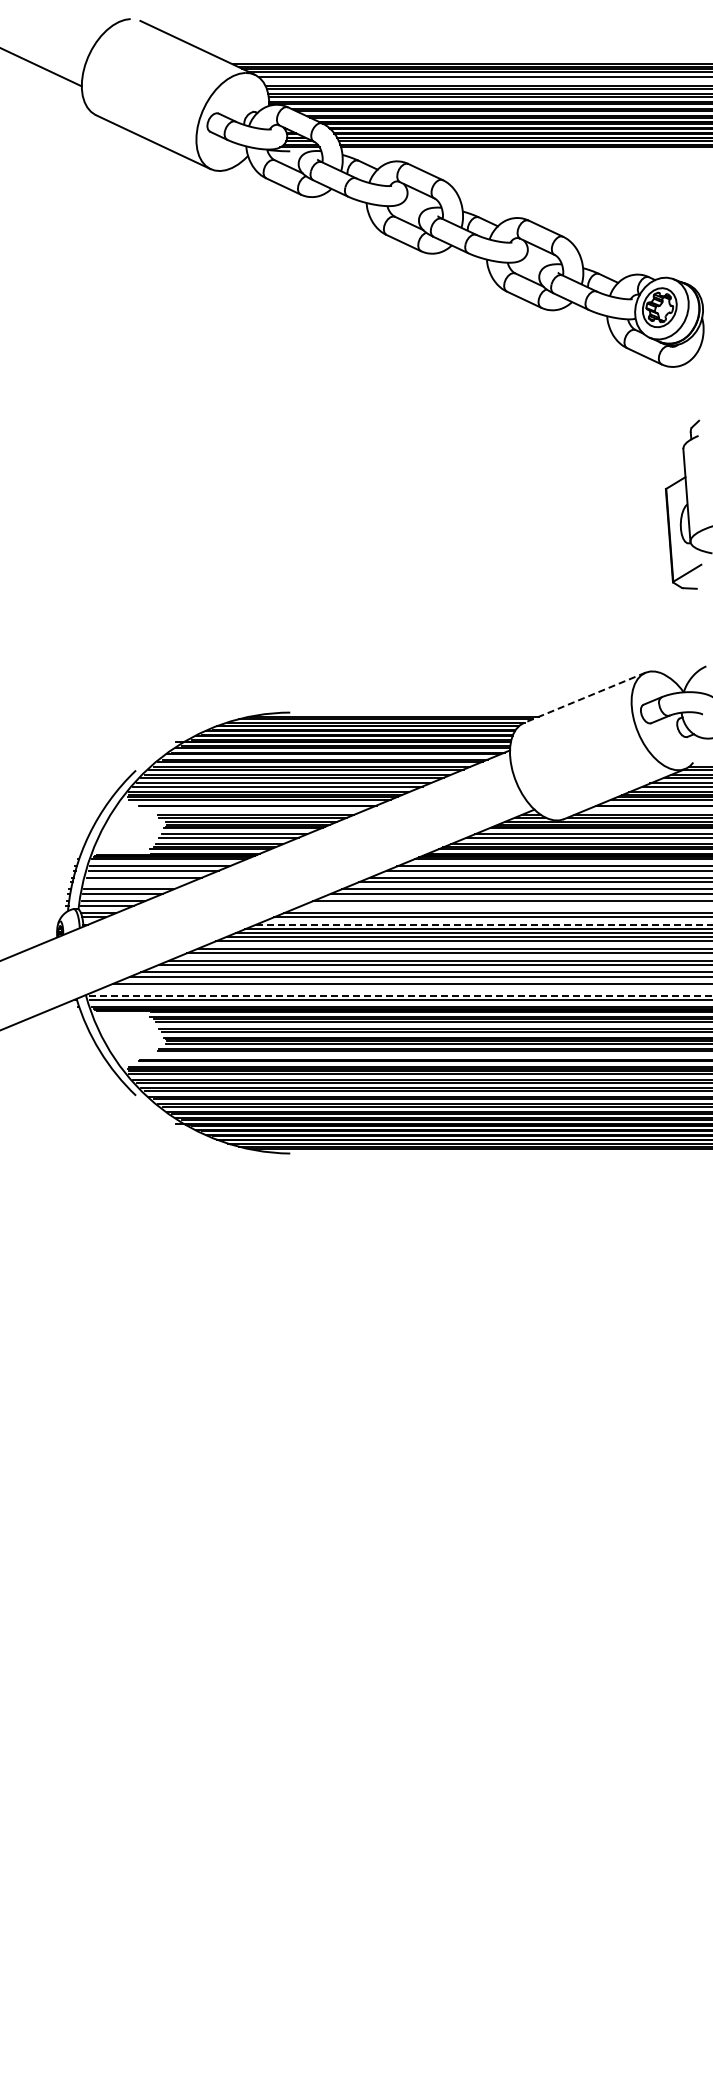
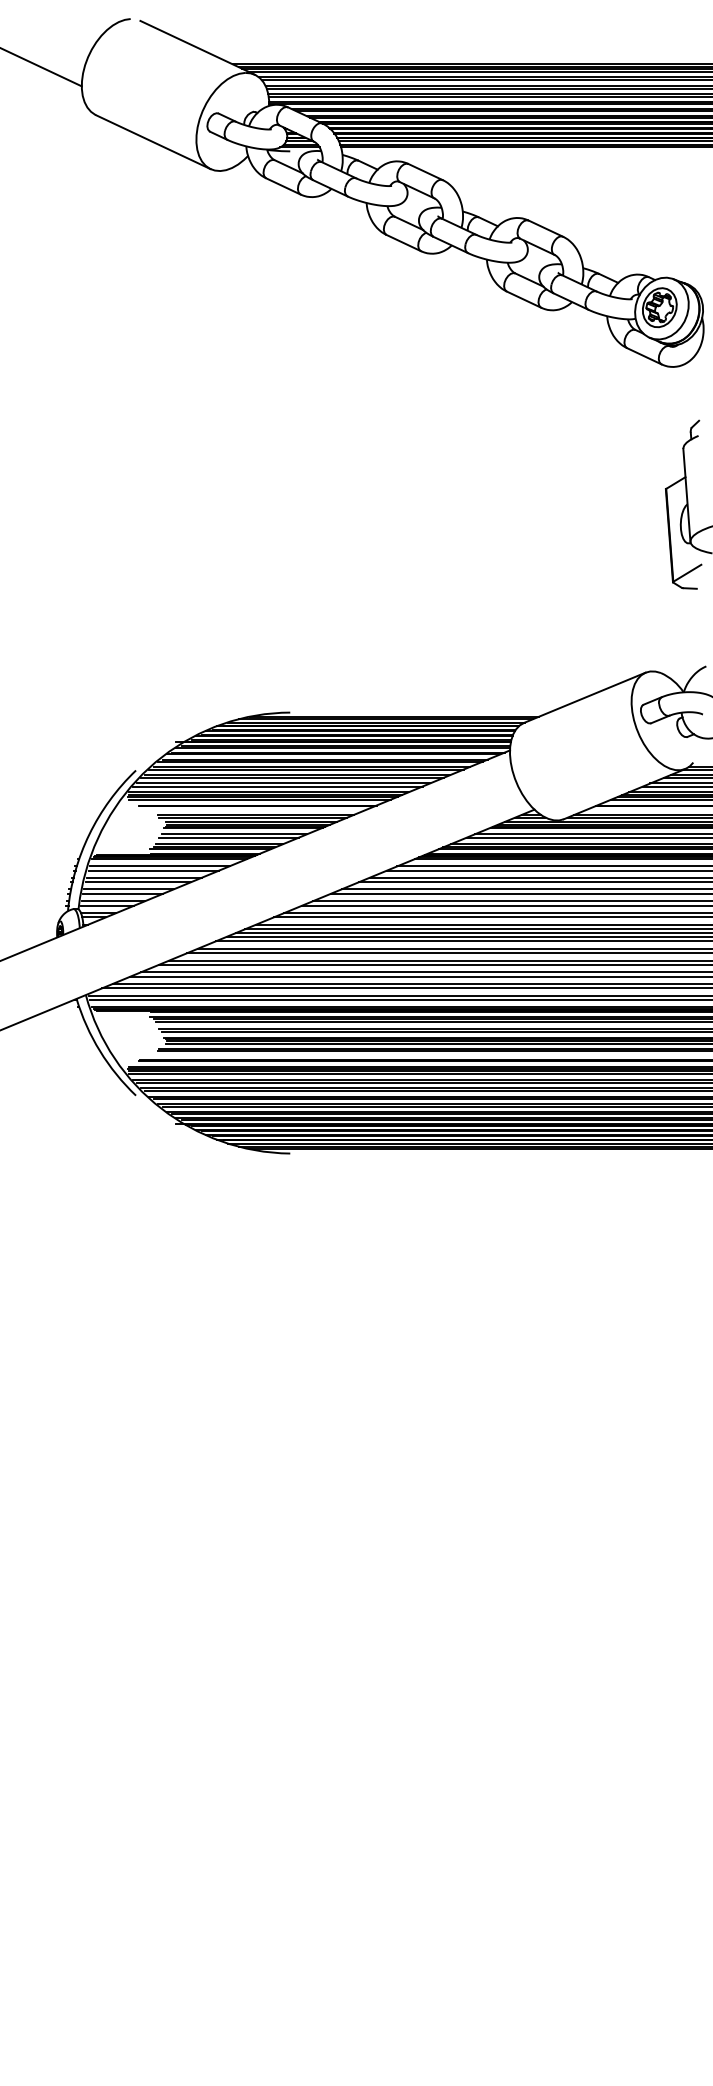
line at (485, 80): none -> present
line at (584, 697): dashed -> solid
line at (138, 882): none -> present
line at (505, 905): none -> present
line at (484, 924): dashed -> solid
line at (405, 988): none -> present
line at (400, 995): dashed -> solid
